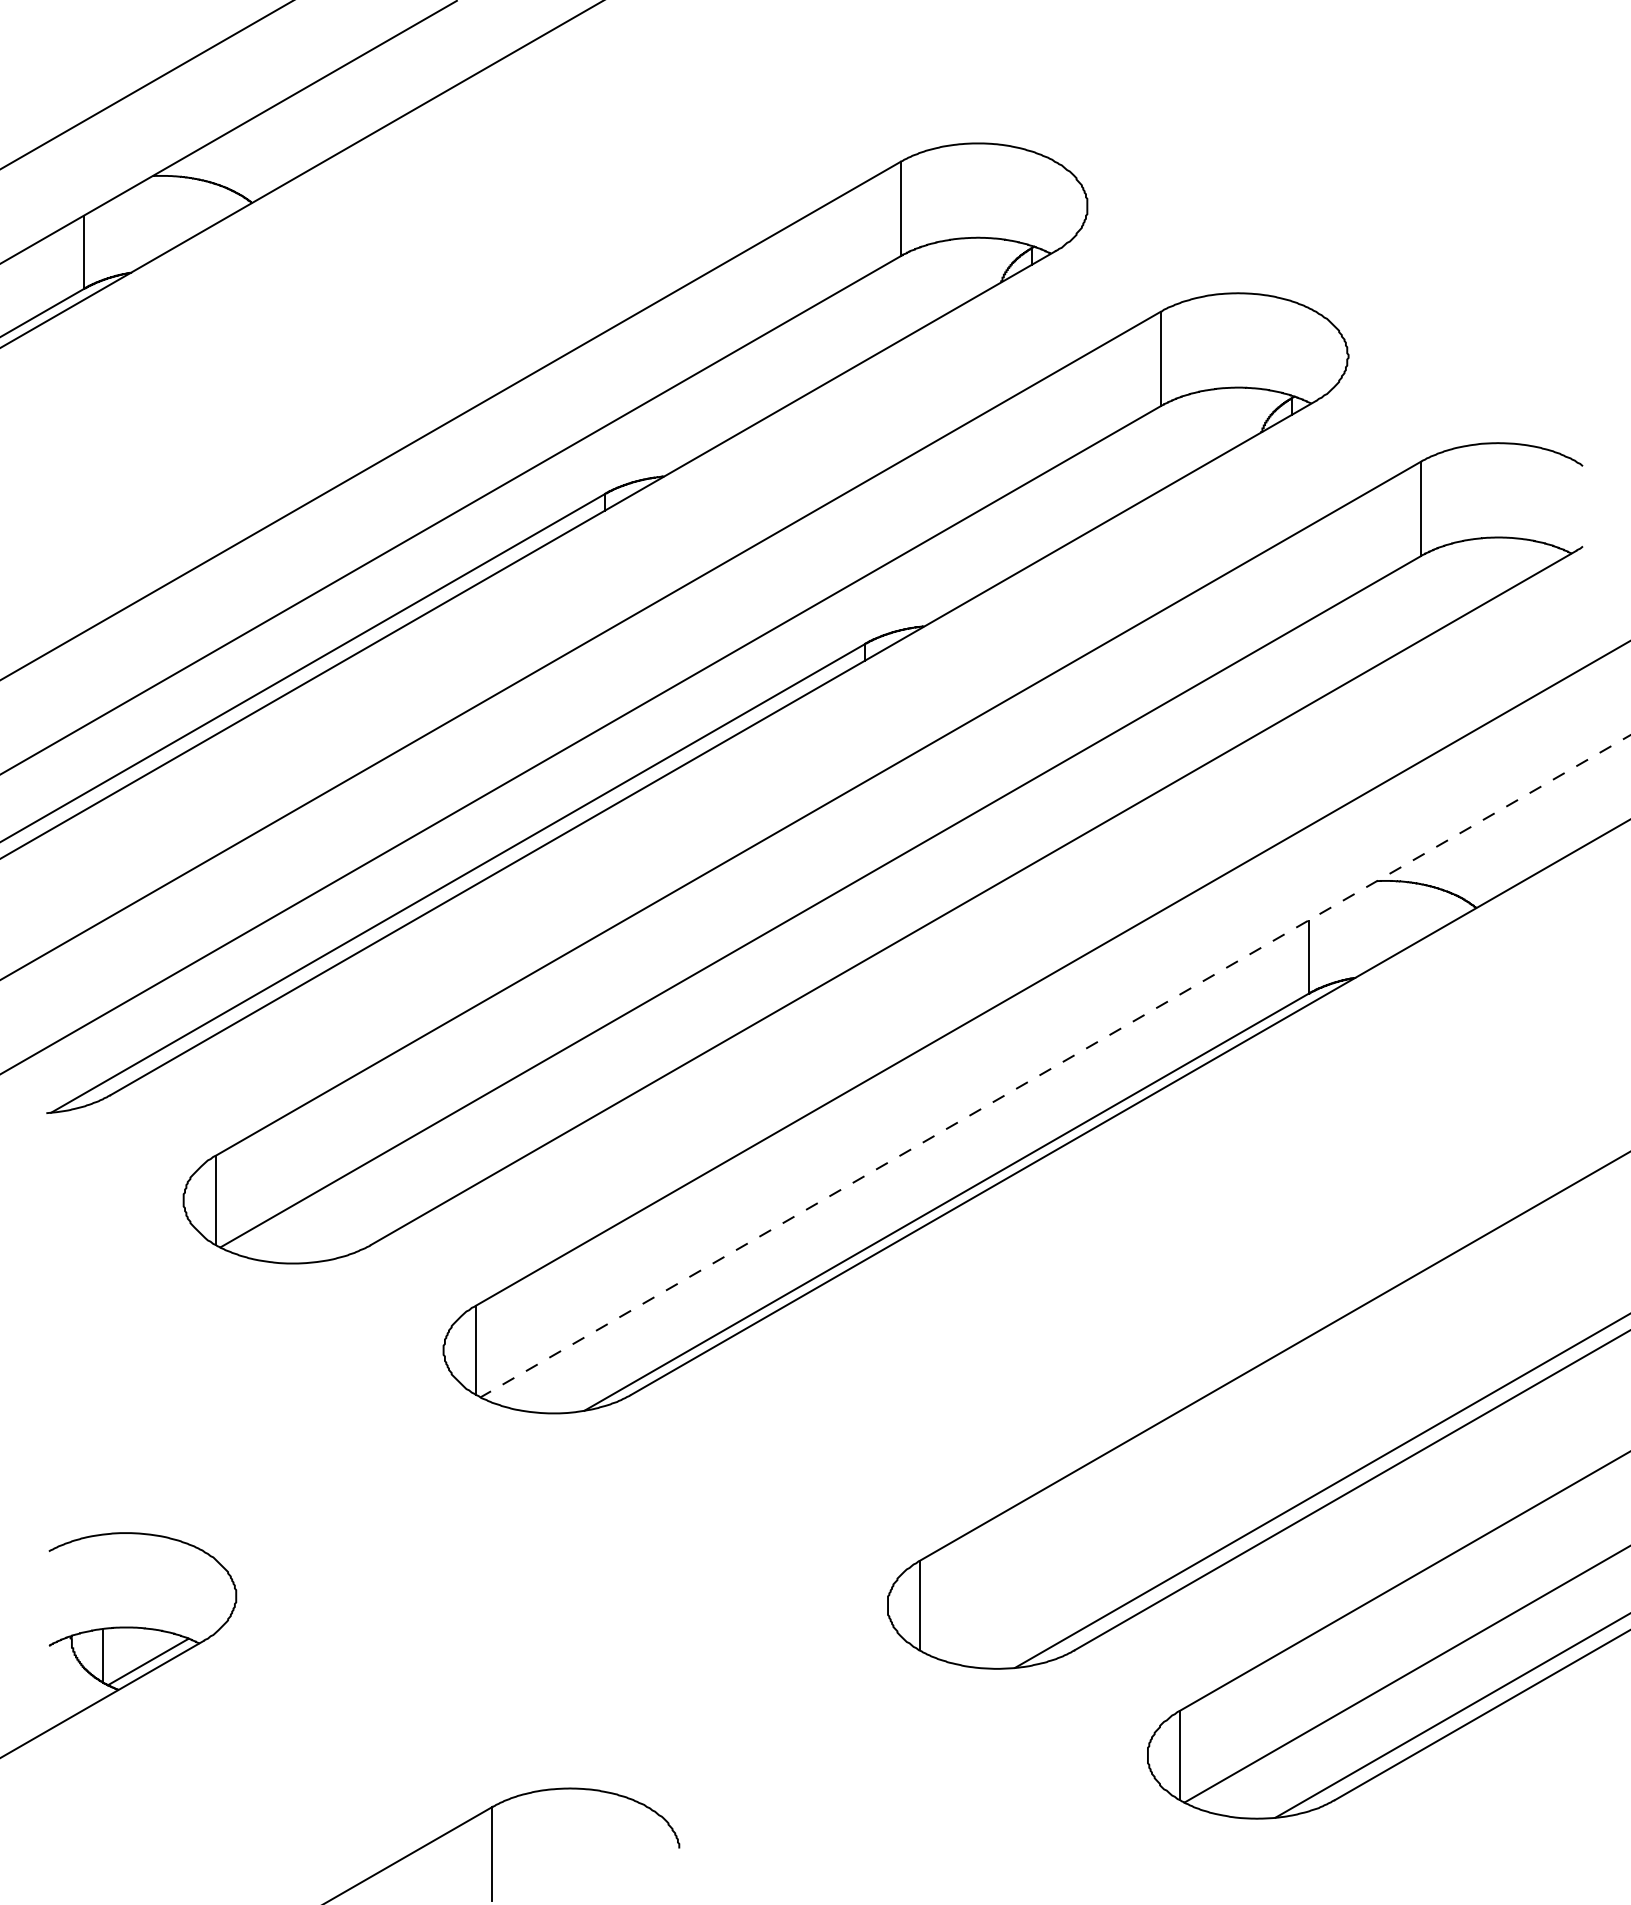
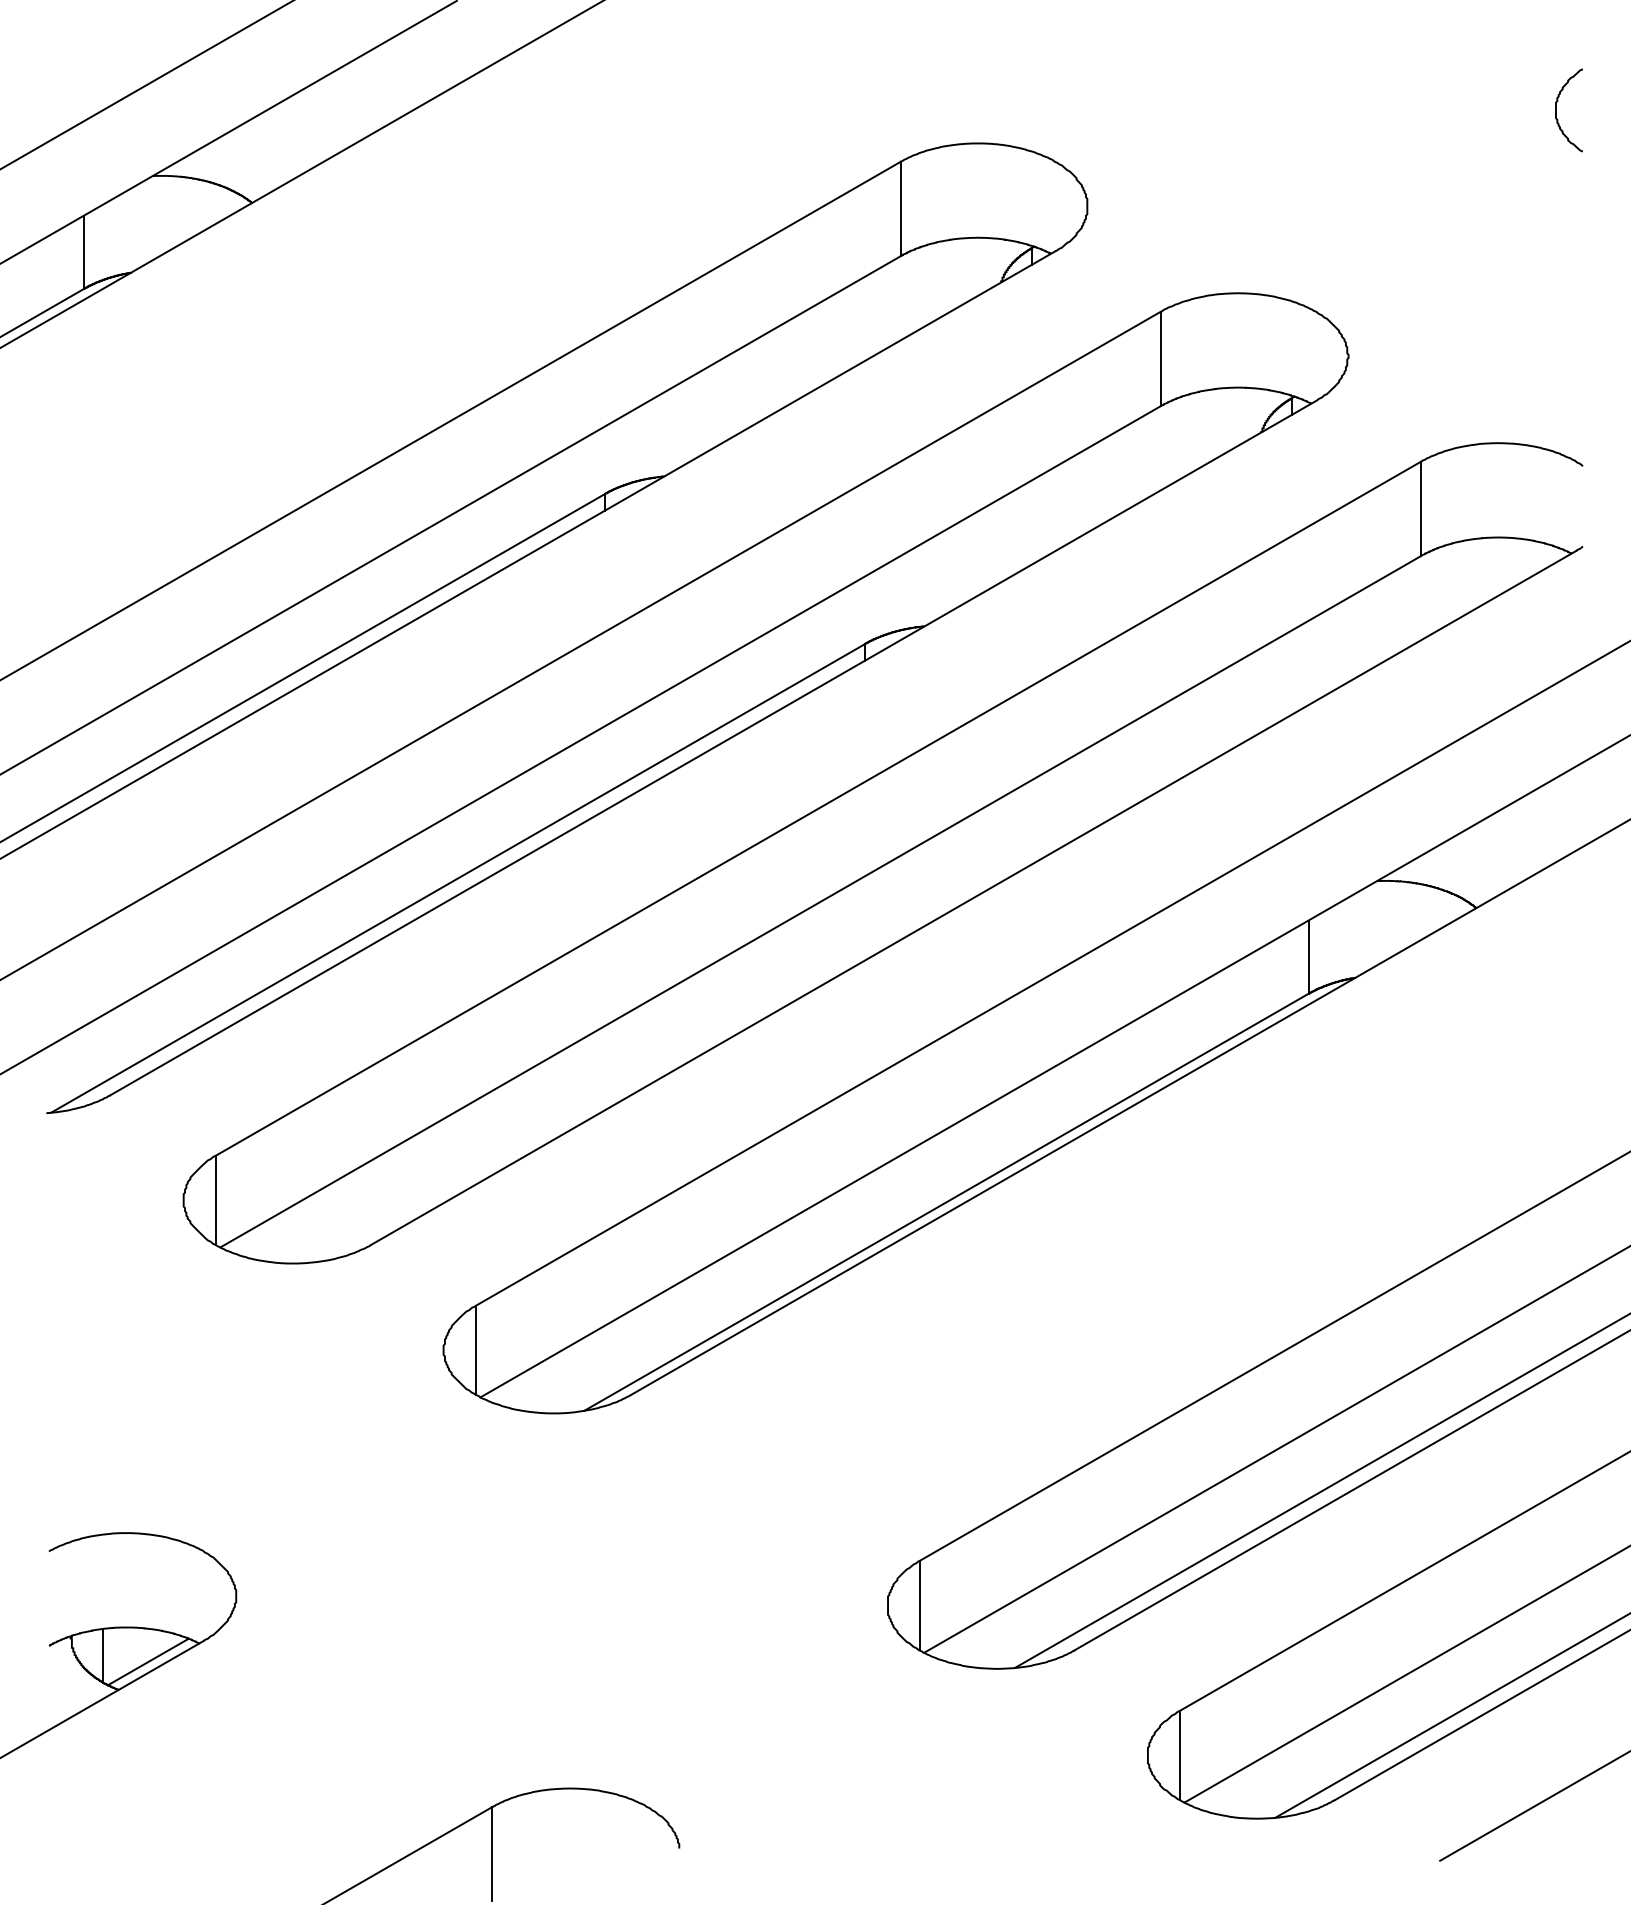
curve at (1556, 110): none -> present
line at (1054, 1066): dashed -> solid
line at (1275, 1449): none -> present
line at (1533, 1806): none -> present
